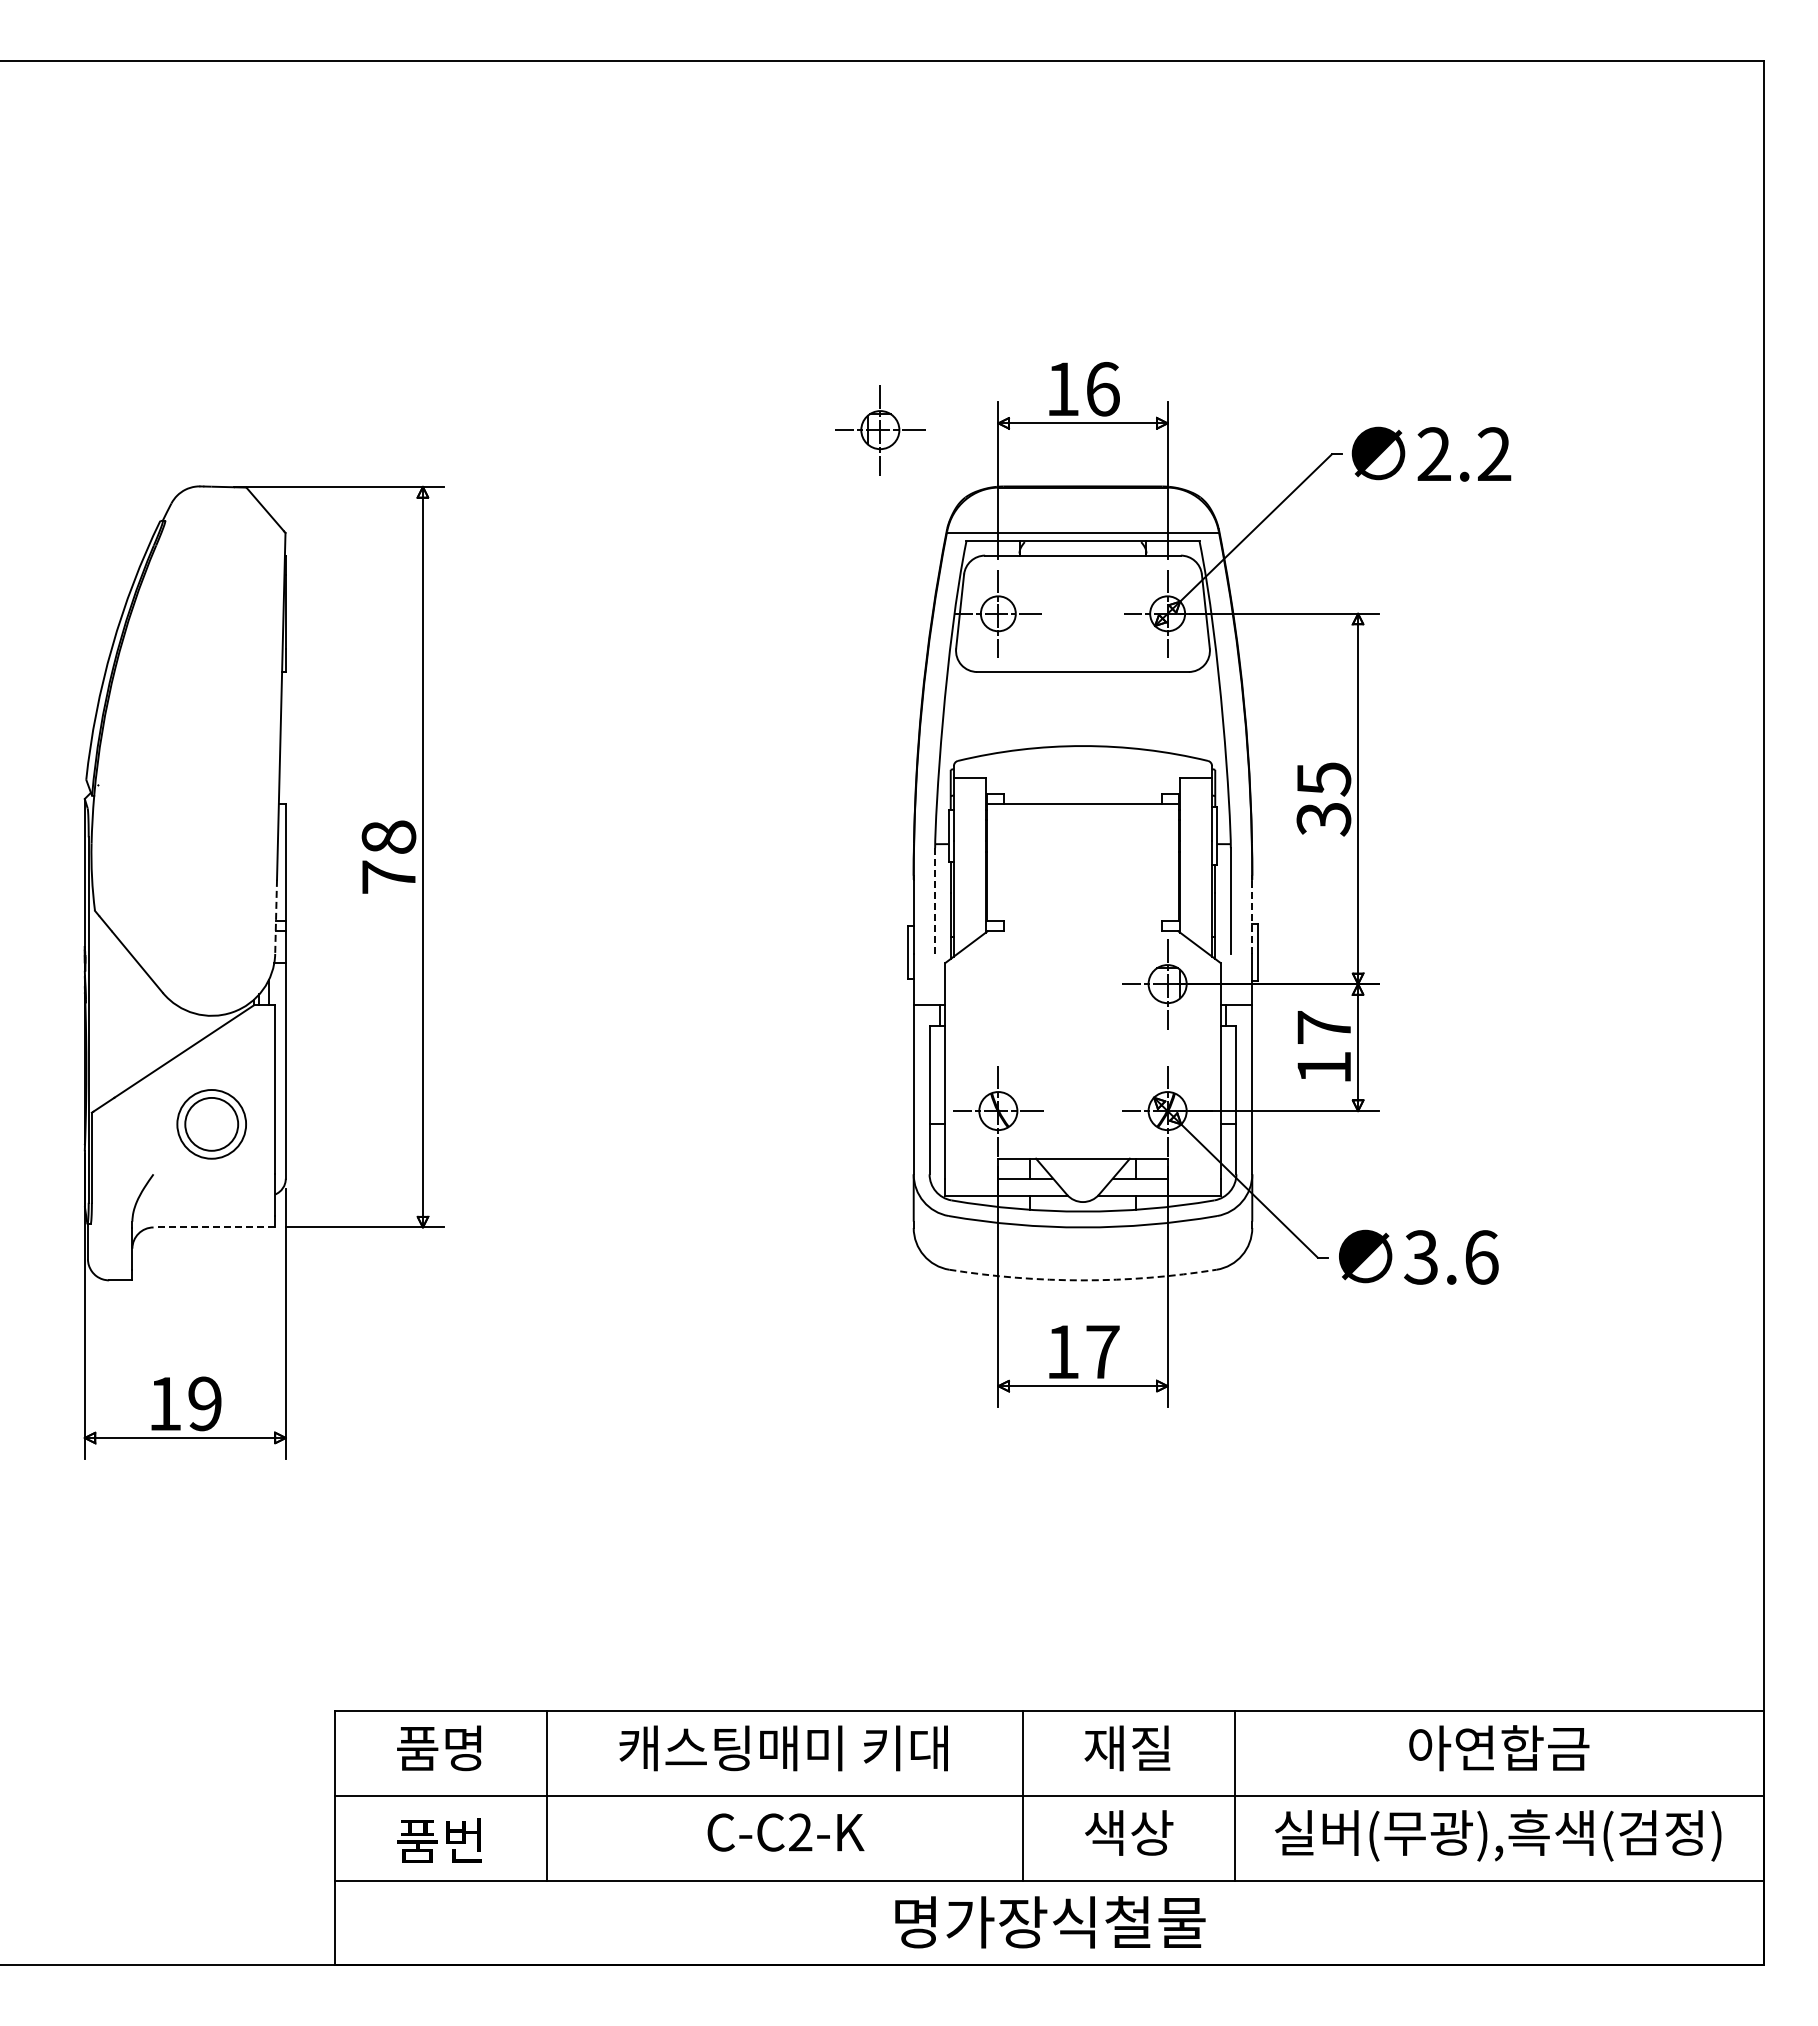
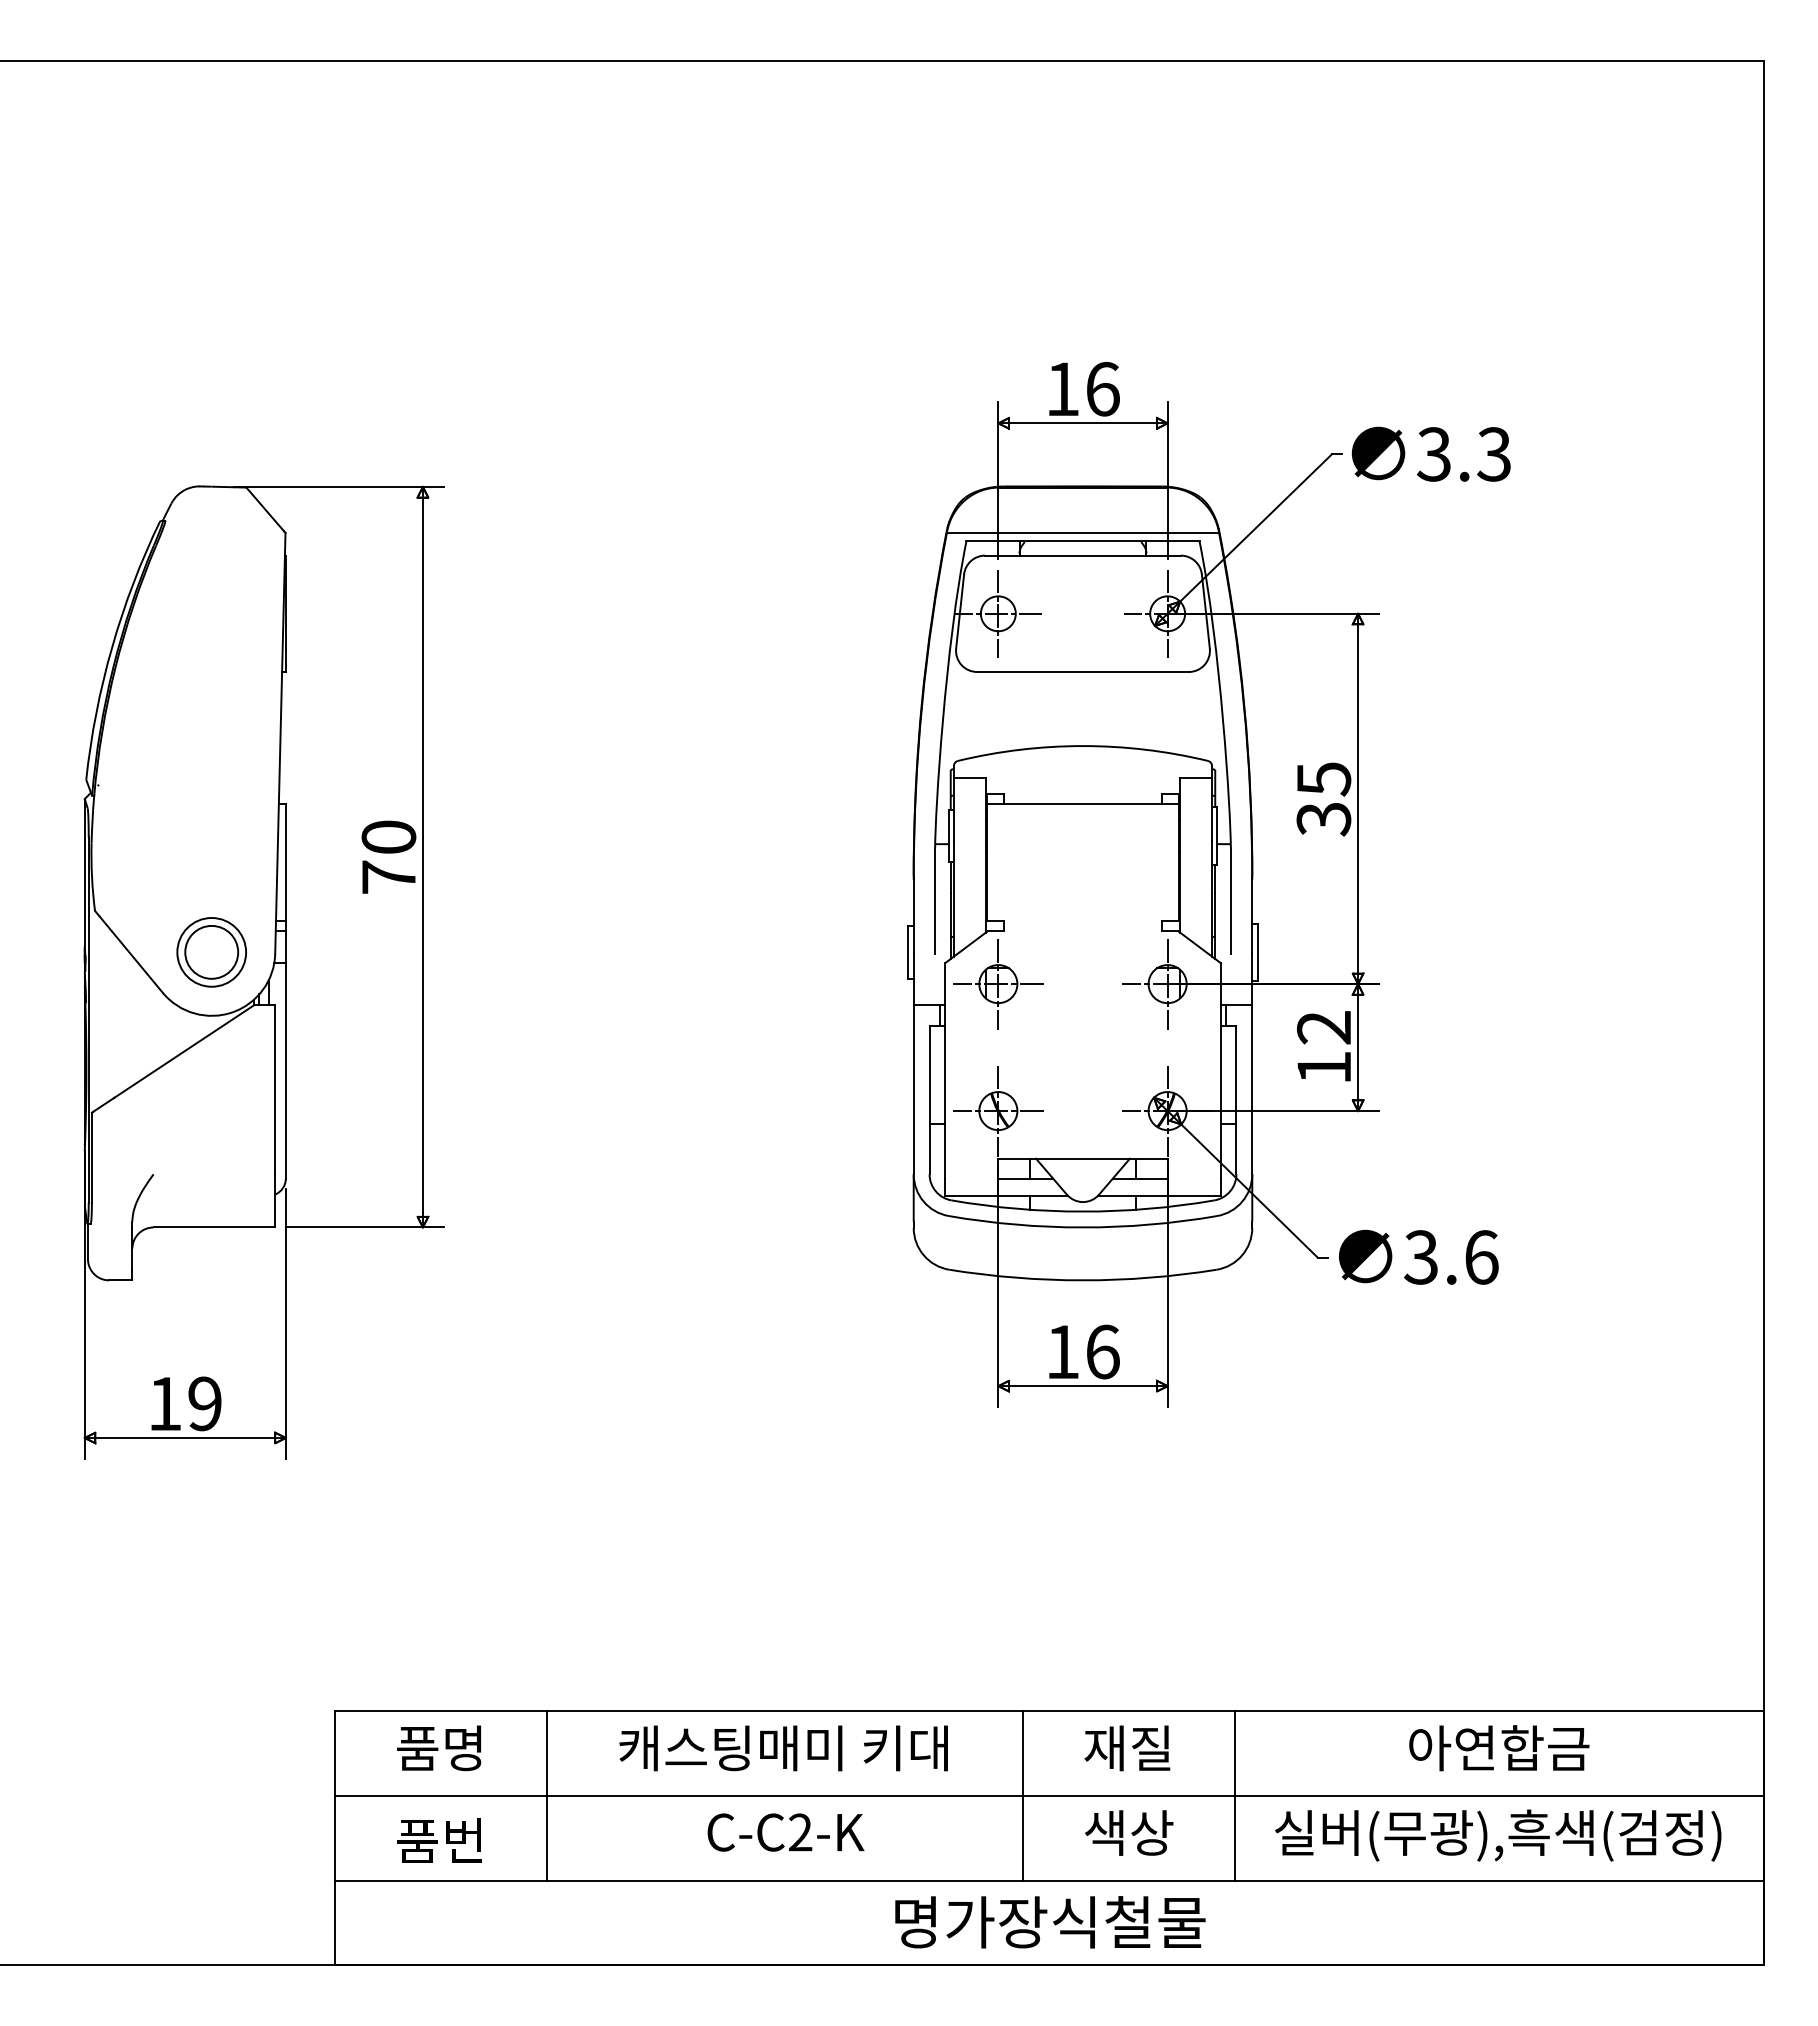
part at (880, 430) position: (880, 430) -> (998, 984)
text at (1463, 454): 2.2 -> 3.3
text at (388, 836): 78 -> 70
line at (934, 901): dashed -> solid
line at (1252, 916): dashed -> solid
line at (276, 917): dashed -> solid
text at (1323, 1027): 17 -> 12
part at (211, 1124) position: (211, 1124) -> (211, 952)
line at (214, 1227): dashed -> solid
arc at (1083, 1280): dashed -> solid
text at (1102, 1351): 17 -> 16
